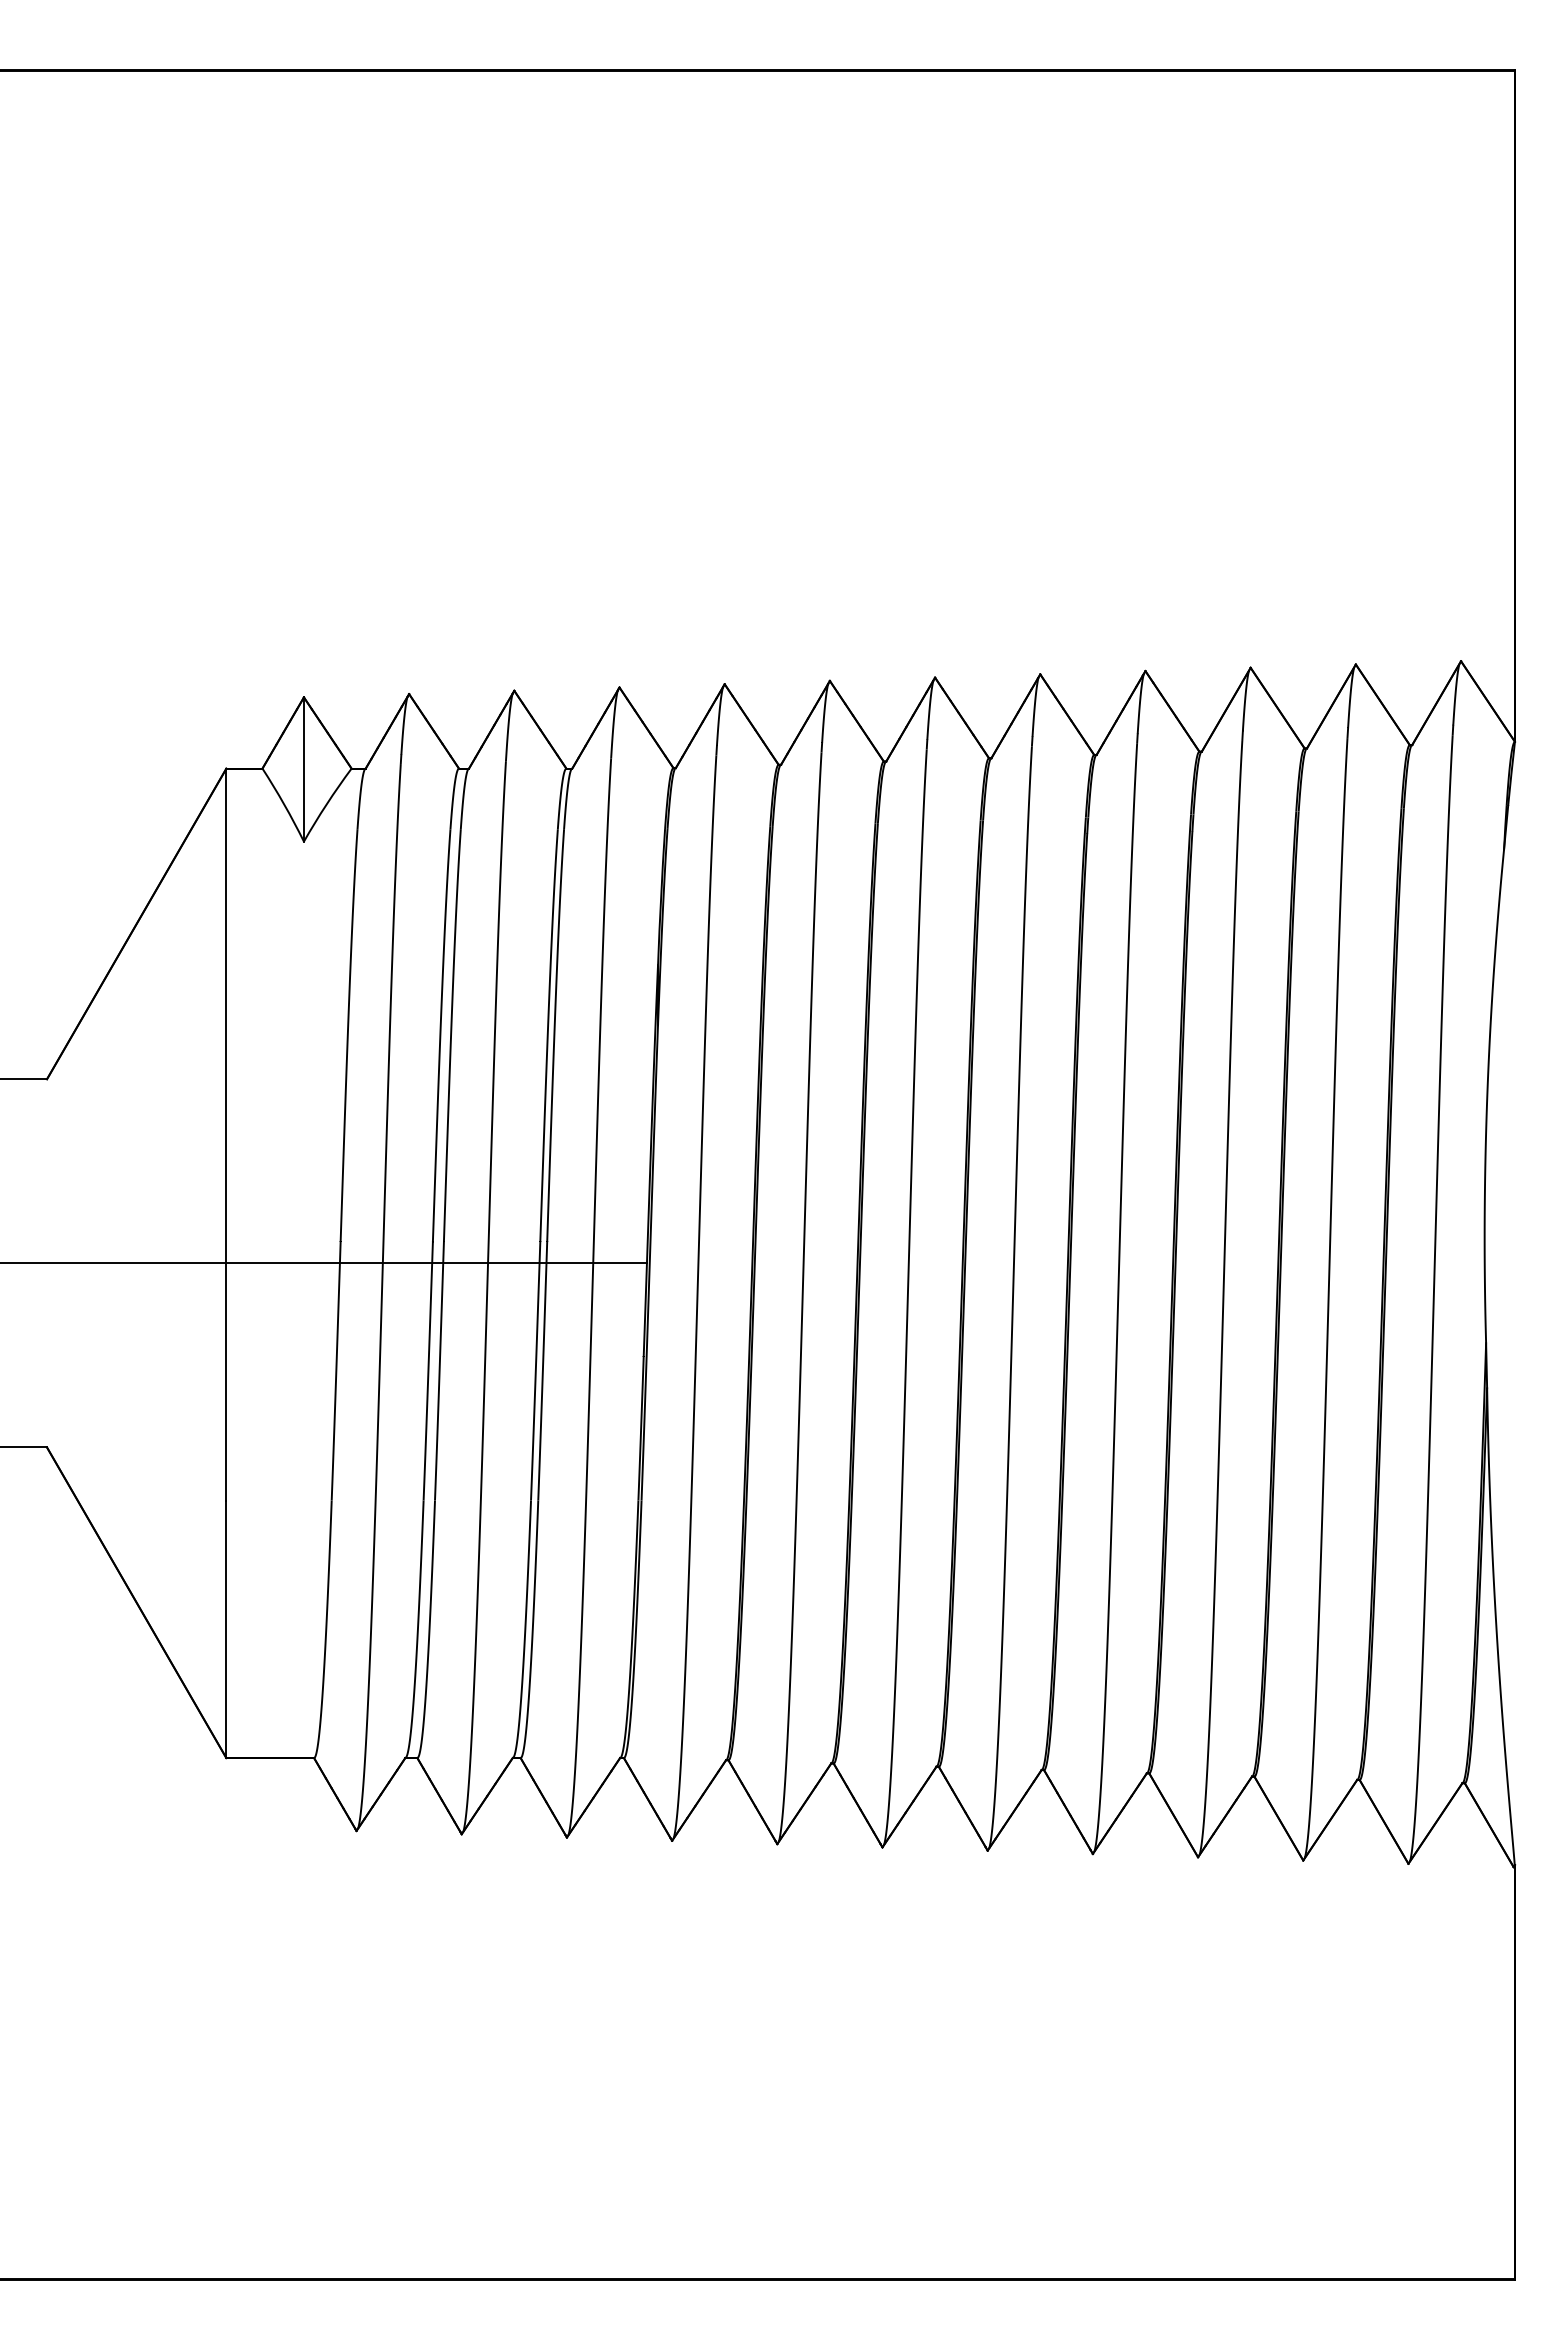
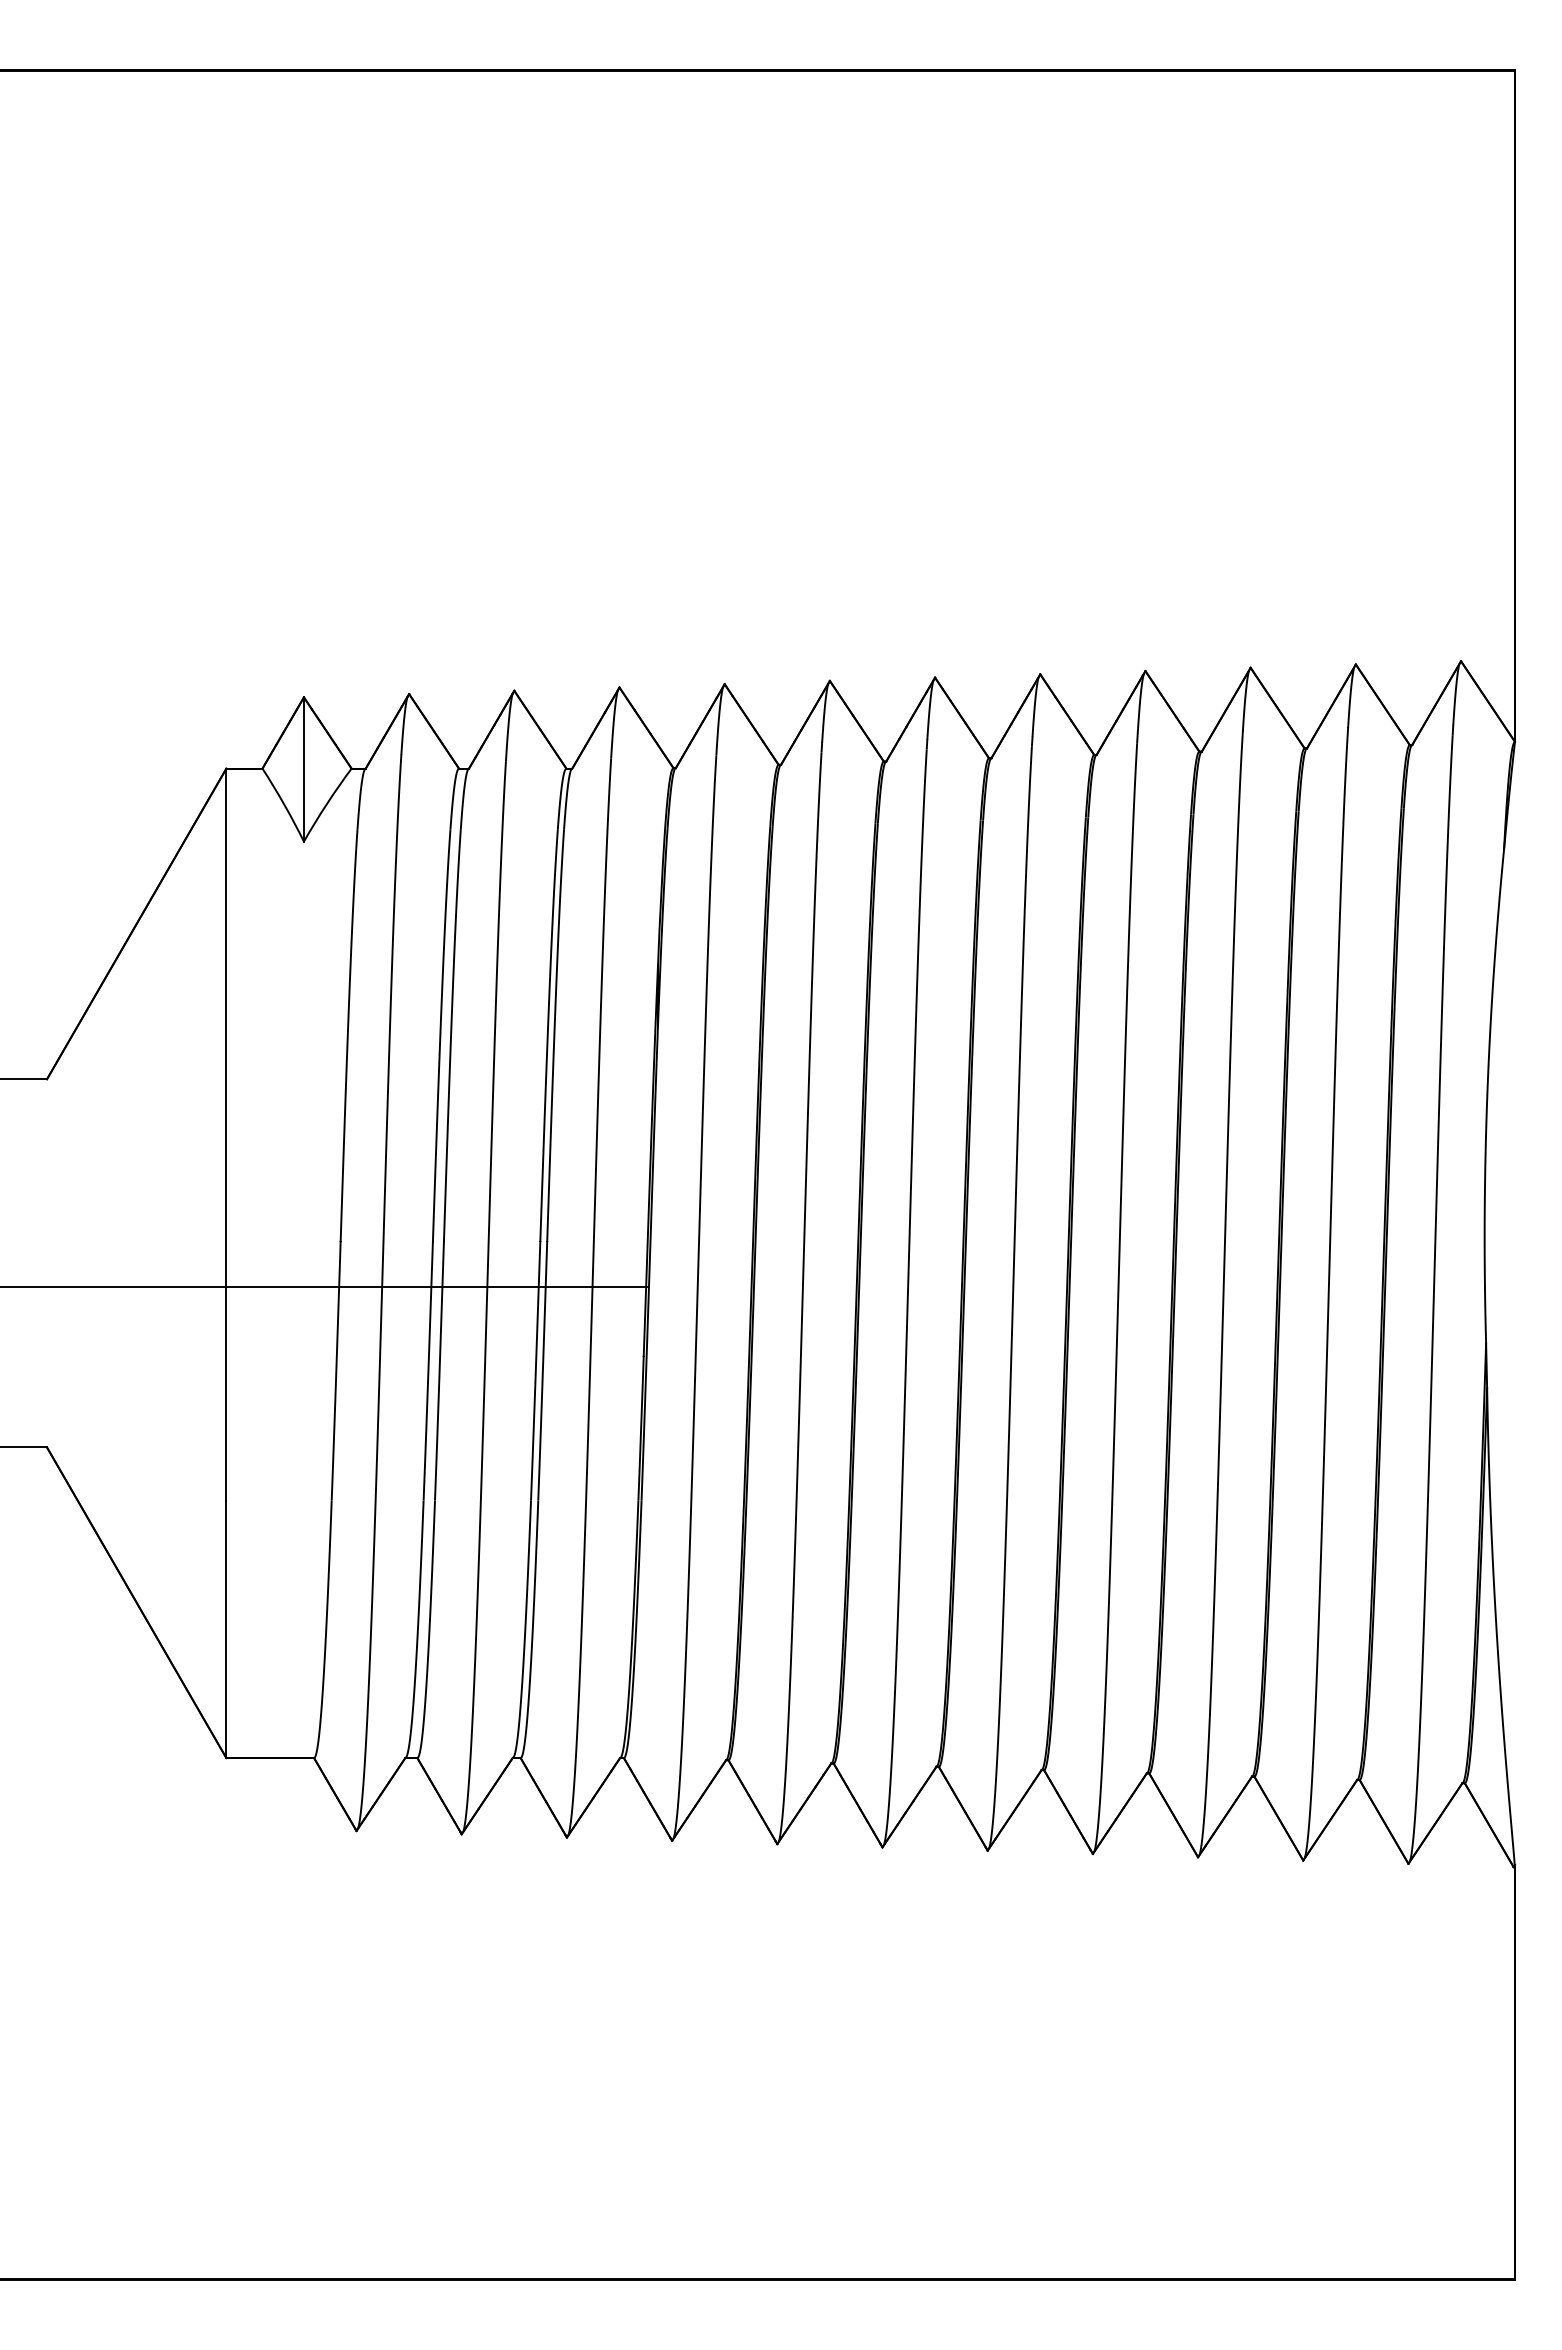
line at (324, 1263) position: (324, 1263) -> (324, 1287)
